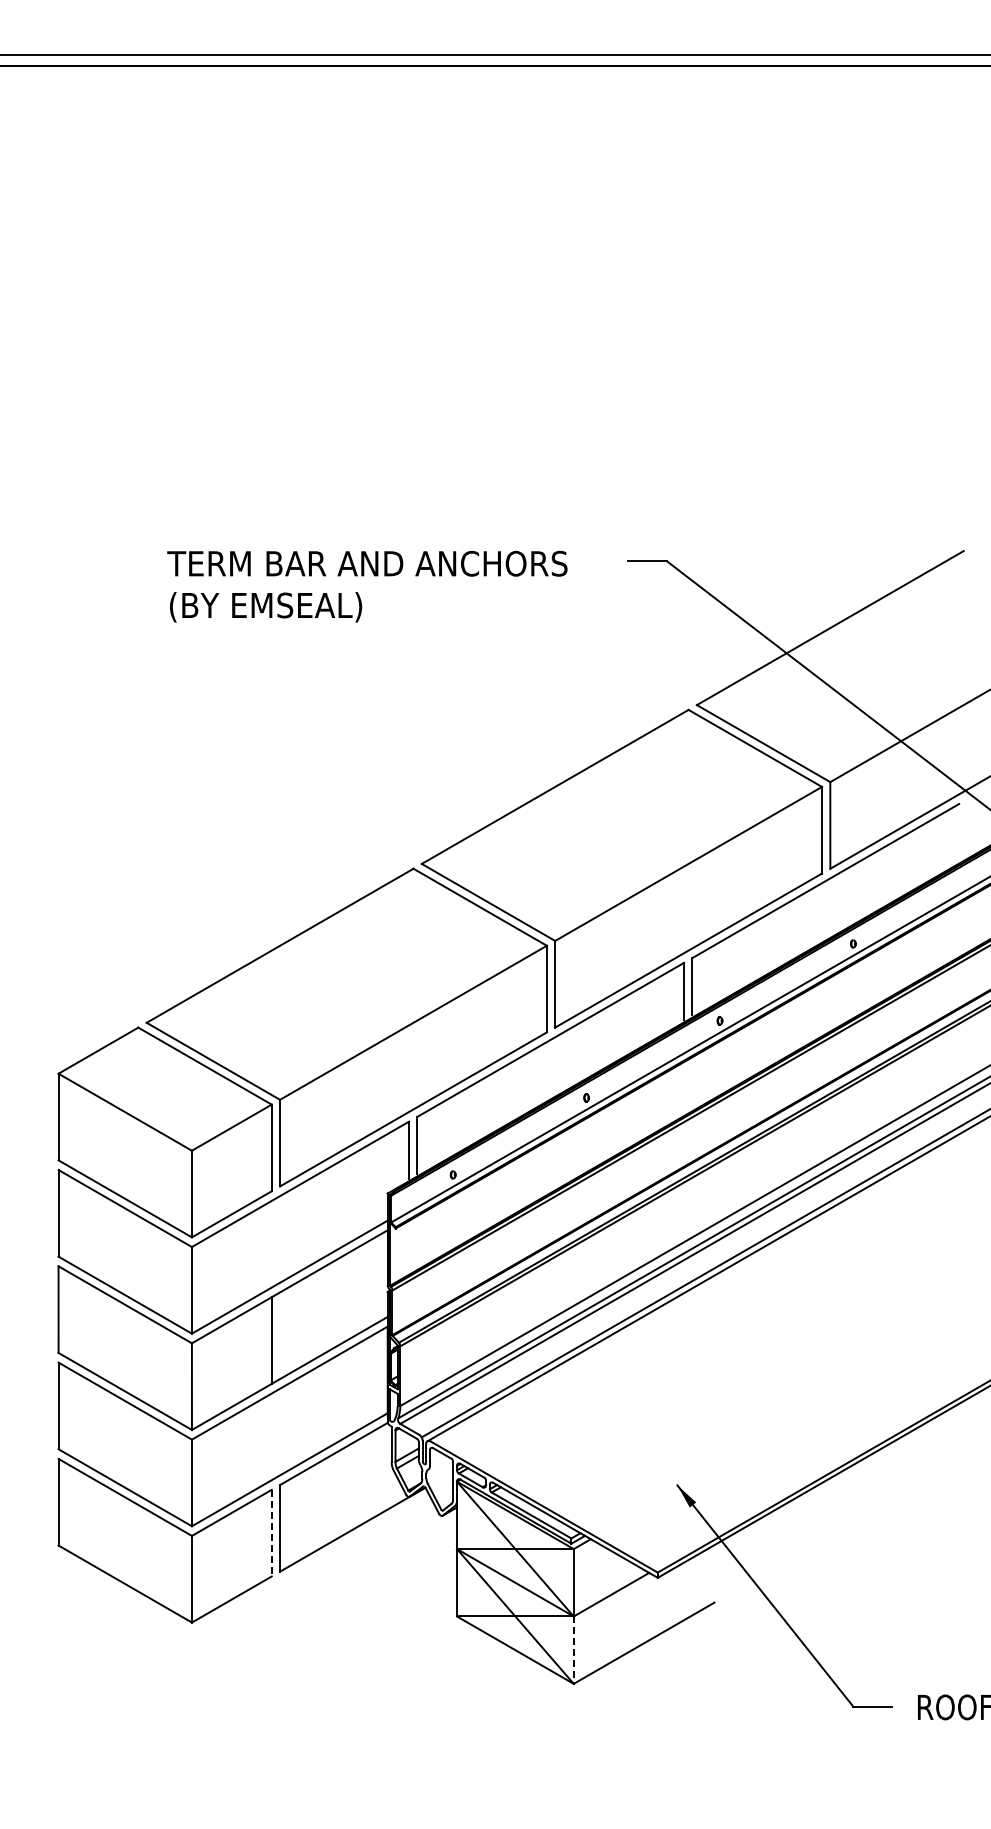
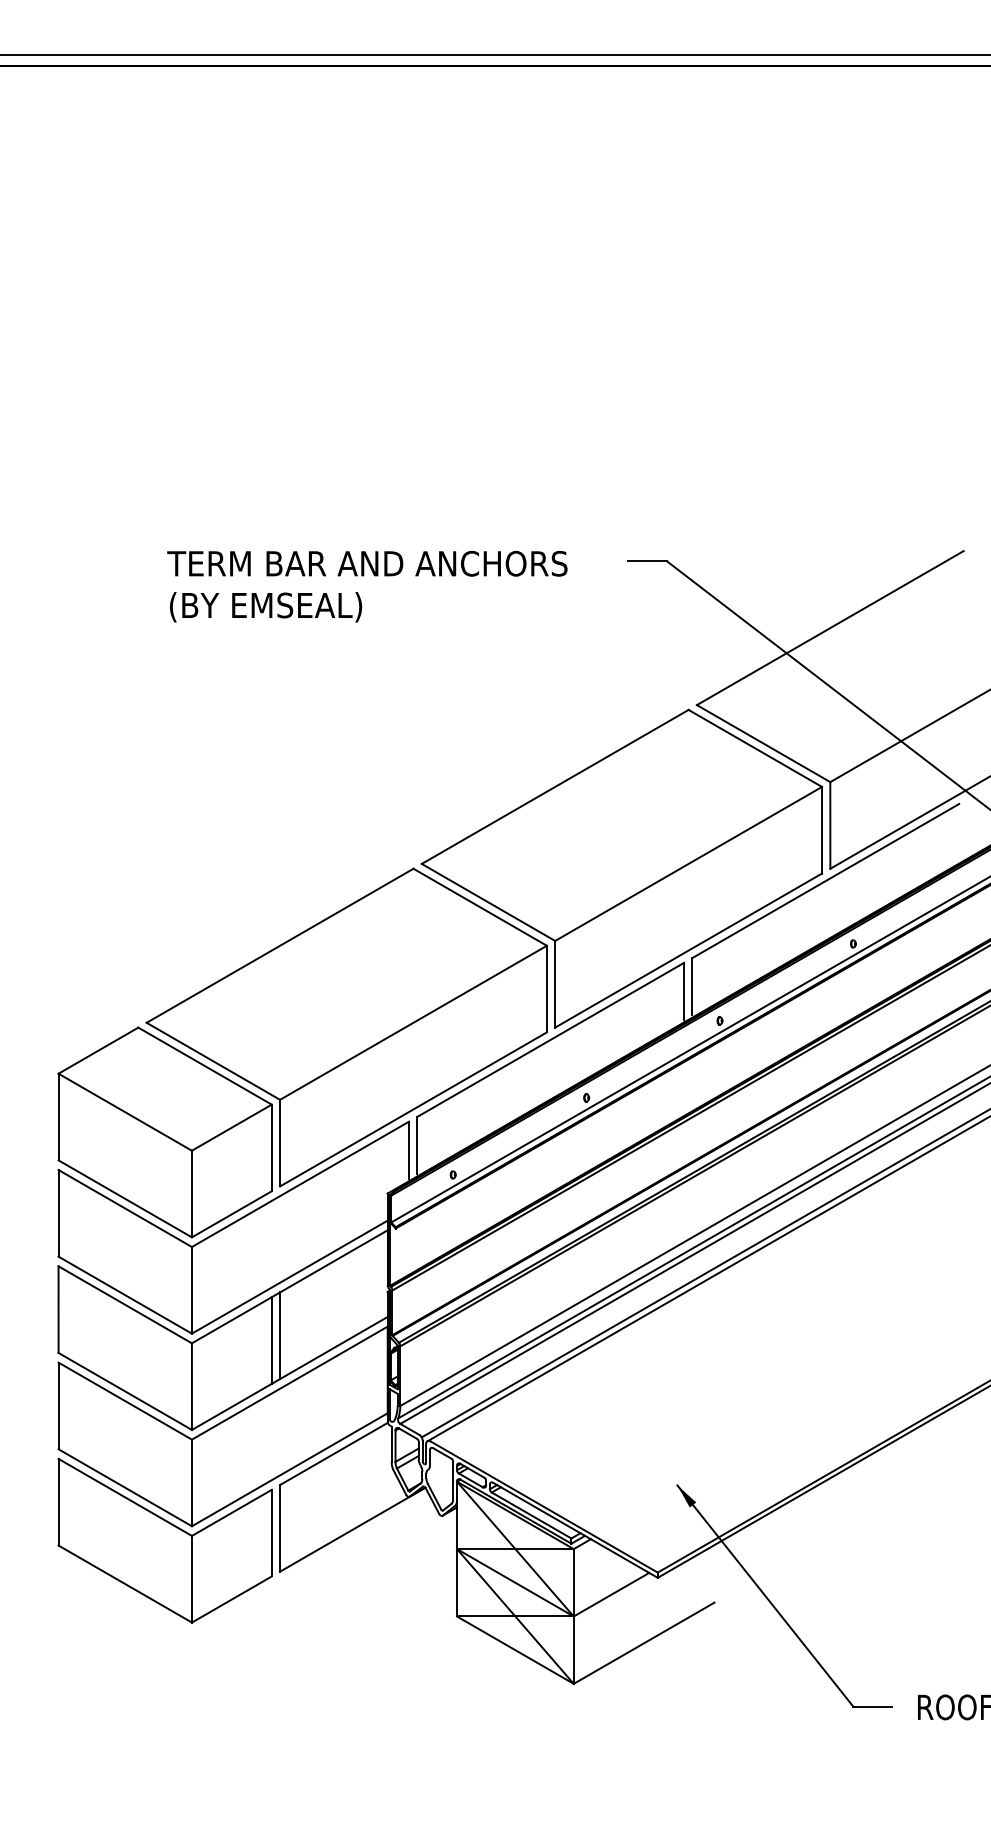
line at (280, 1335): none -> present
line at (271, 1533): dashed -> solid
line at (573, 1650): dashed -> solid
